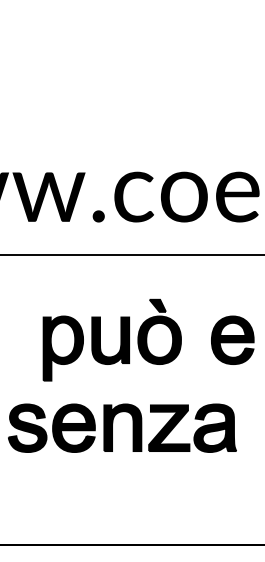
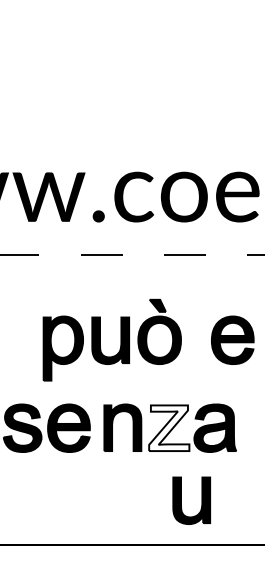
line at (132, 255): solid -> dashed
part at (51, 427) position: (51, 427) -> (46, 427)
fill at (169, 428): present -> none
part at (181, 500): none -> present
